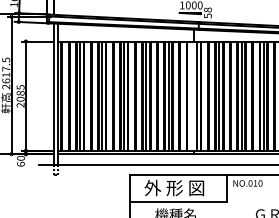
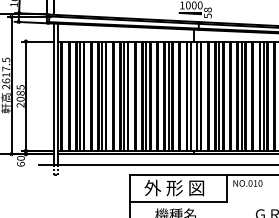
line at (190, 96): none -> present
